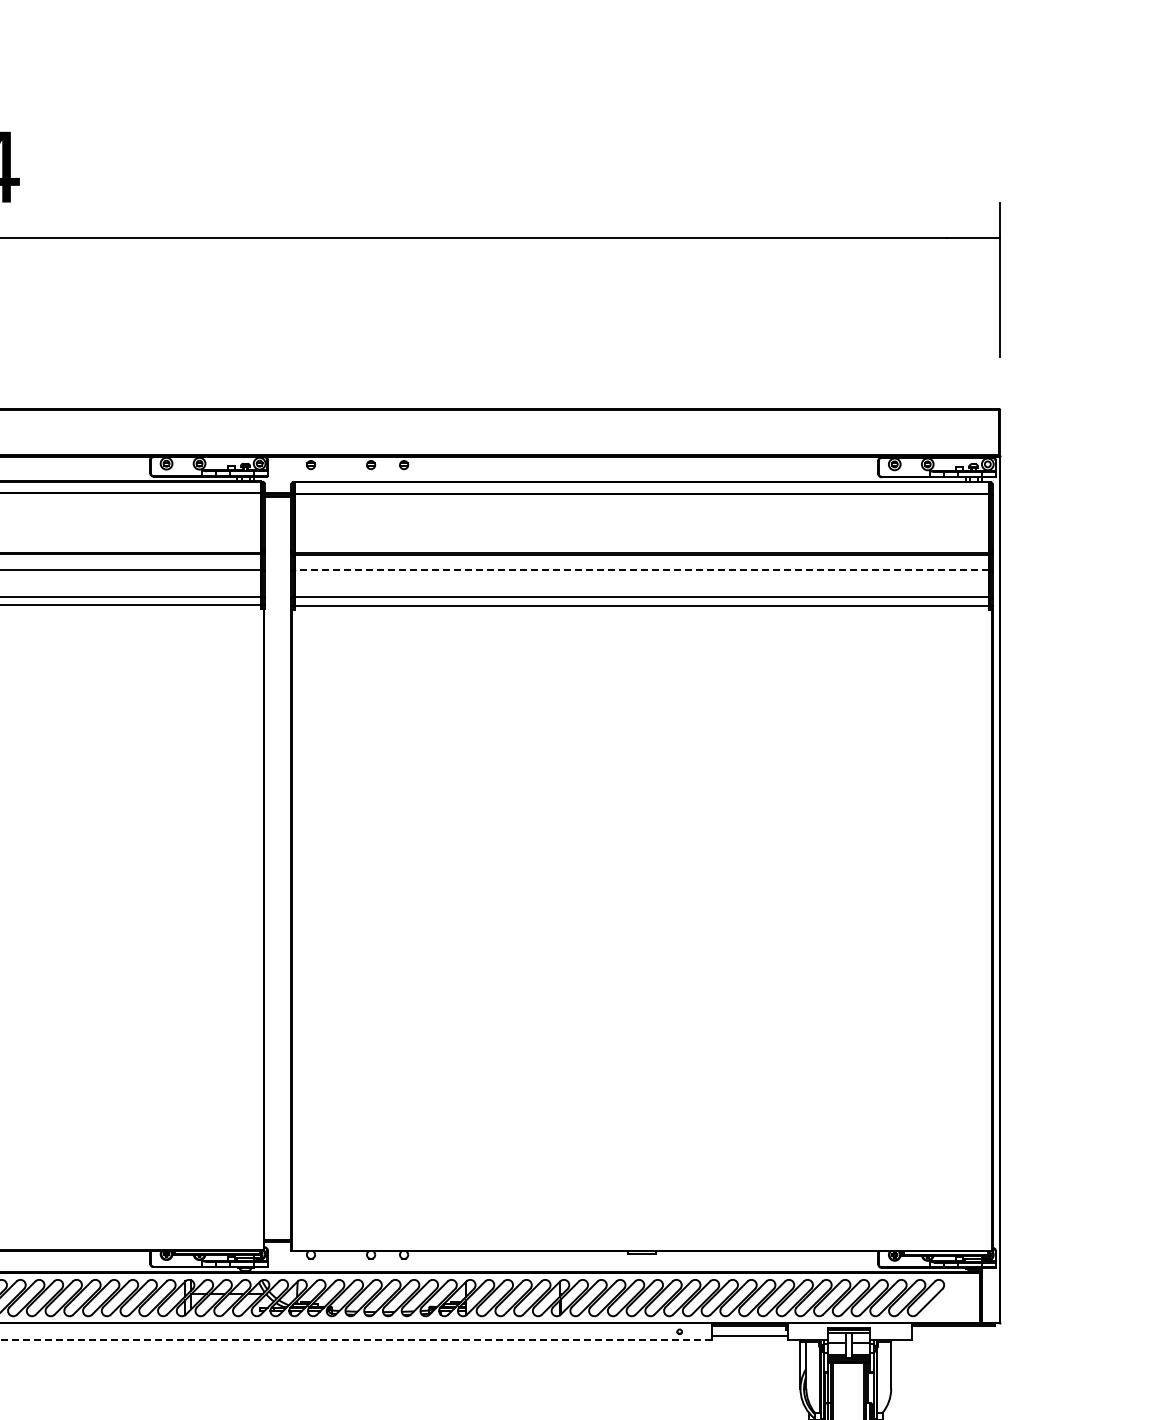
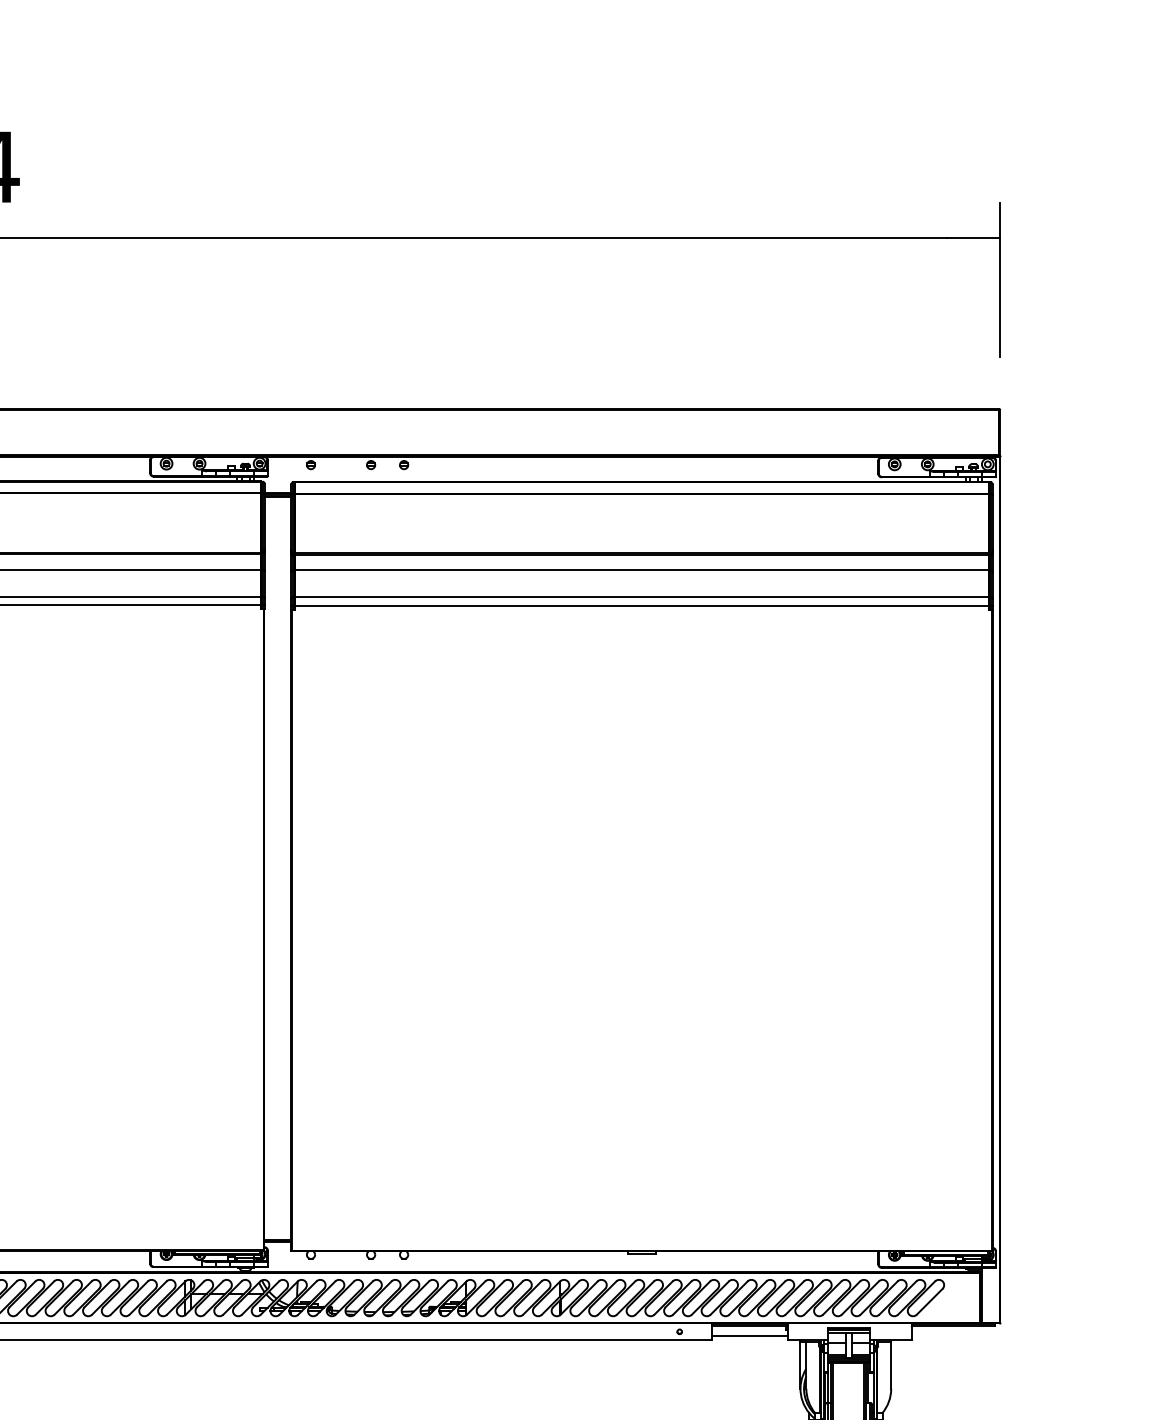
line at (641, 570): dashed -> solid
line at (355, 1340): dashed -> solid
